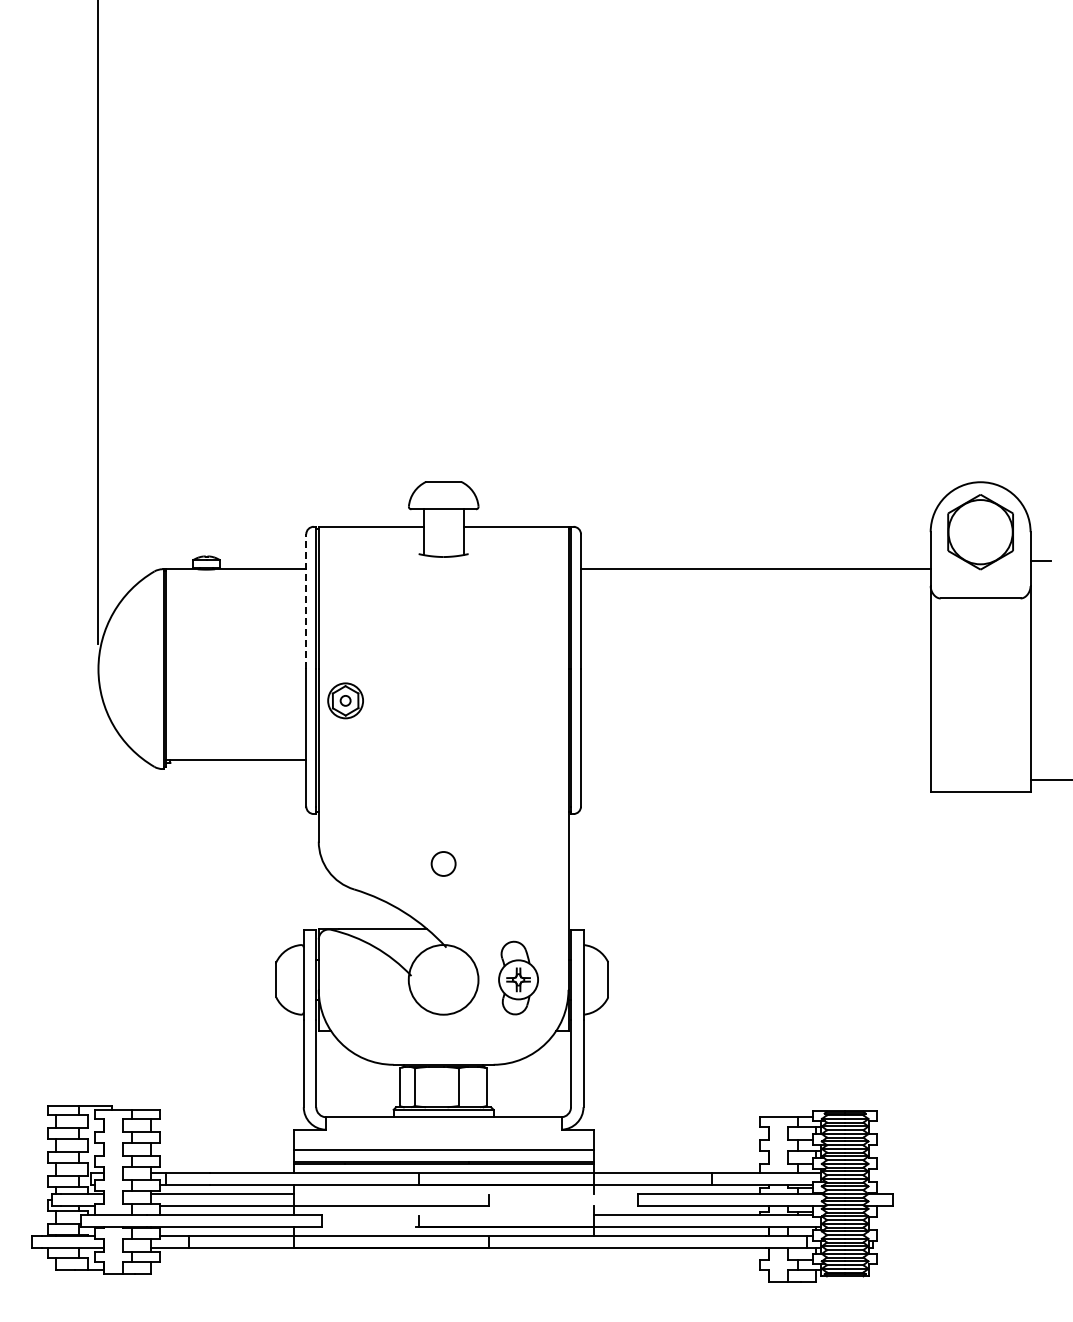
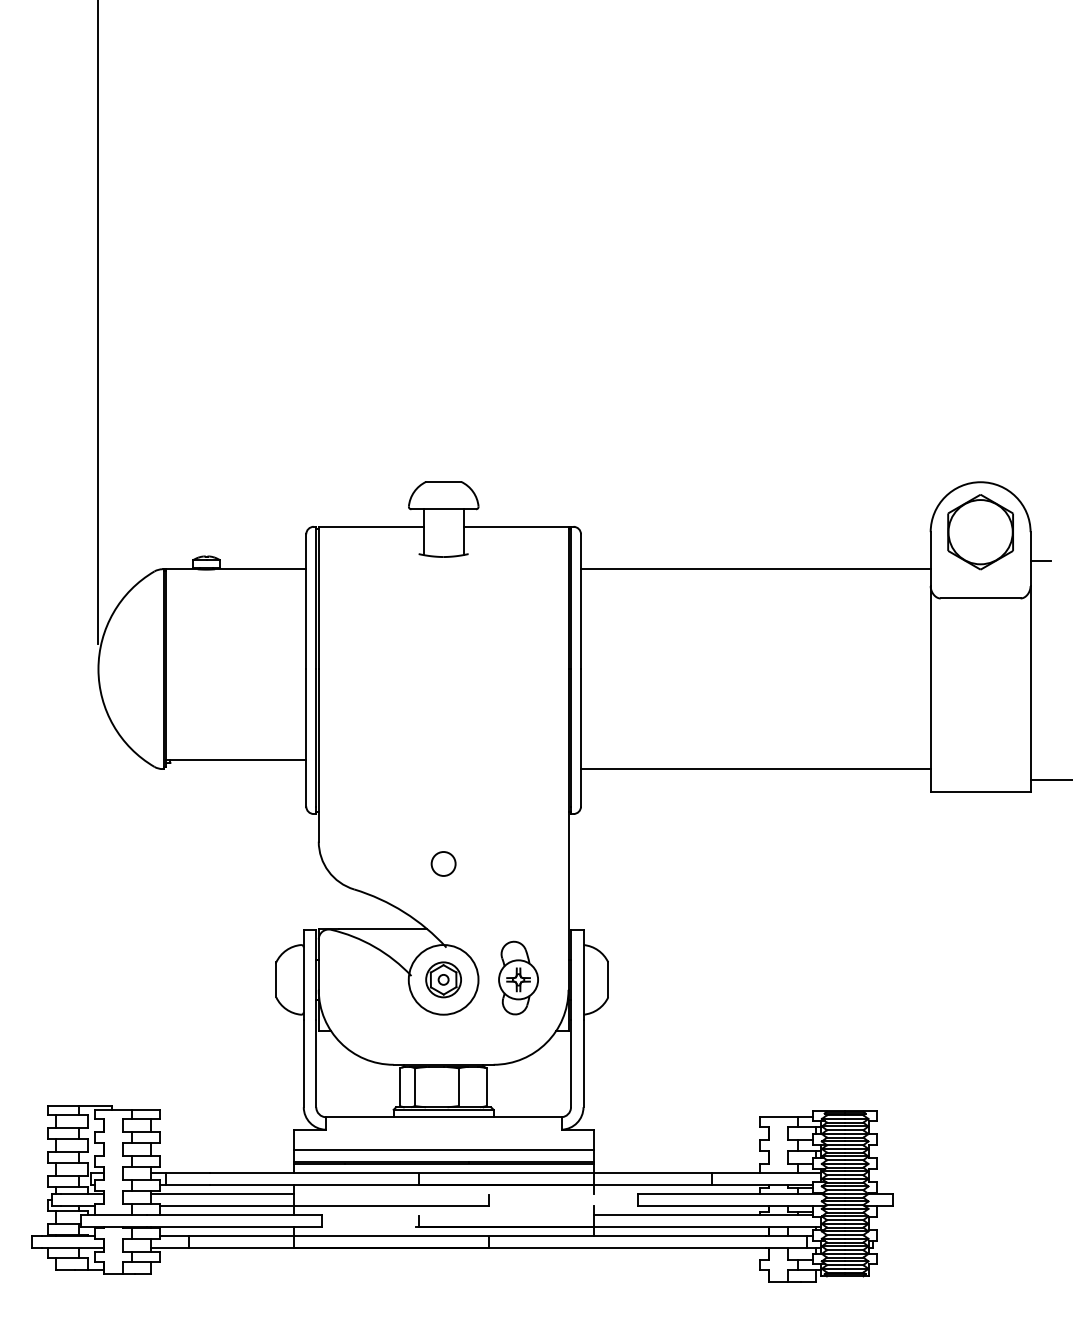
line at (306, 601): dashed -> solid
part at (345, 700) position: (345, 700) -> (443, 979)
line at (755, 769): none -> present
